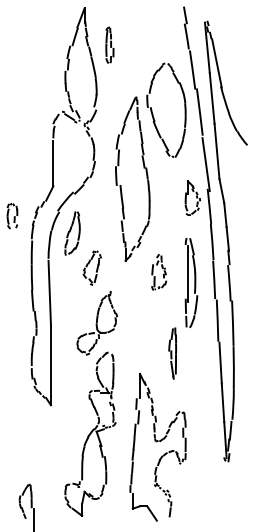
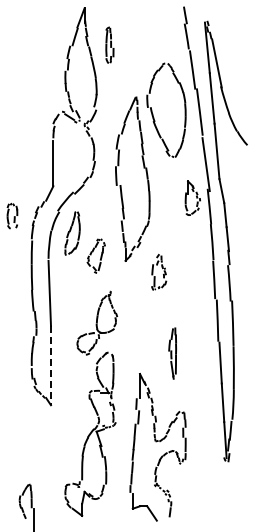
part at (91, 267) position: (91, 267) -> (95, 255)
part at (191, 282): present -> none
line at (50, 365): solid -> dashed
